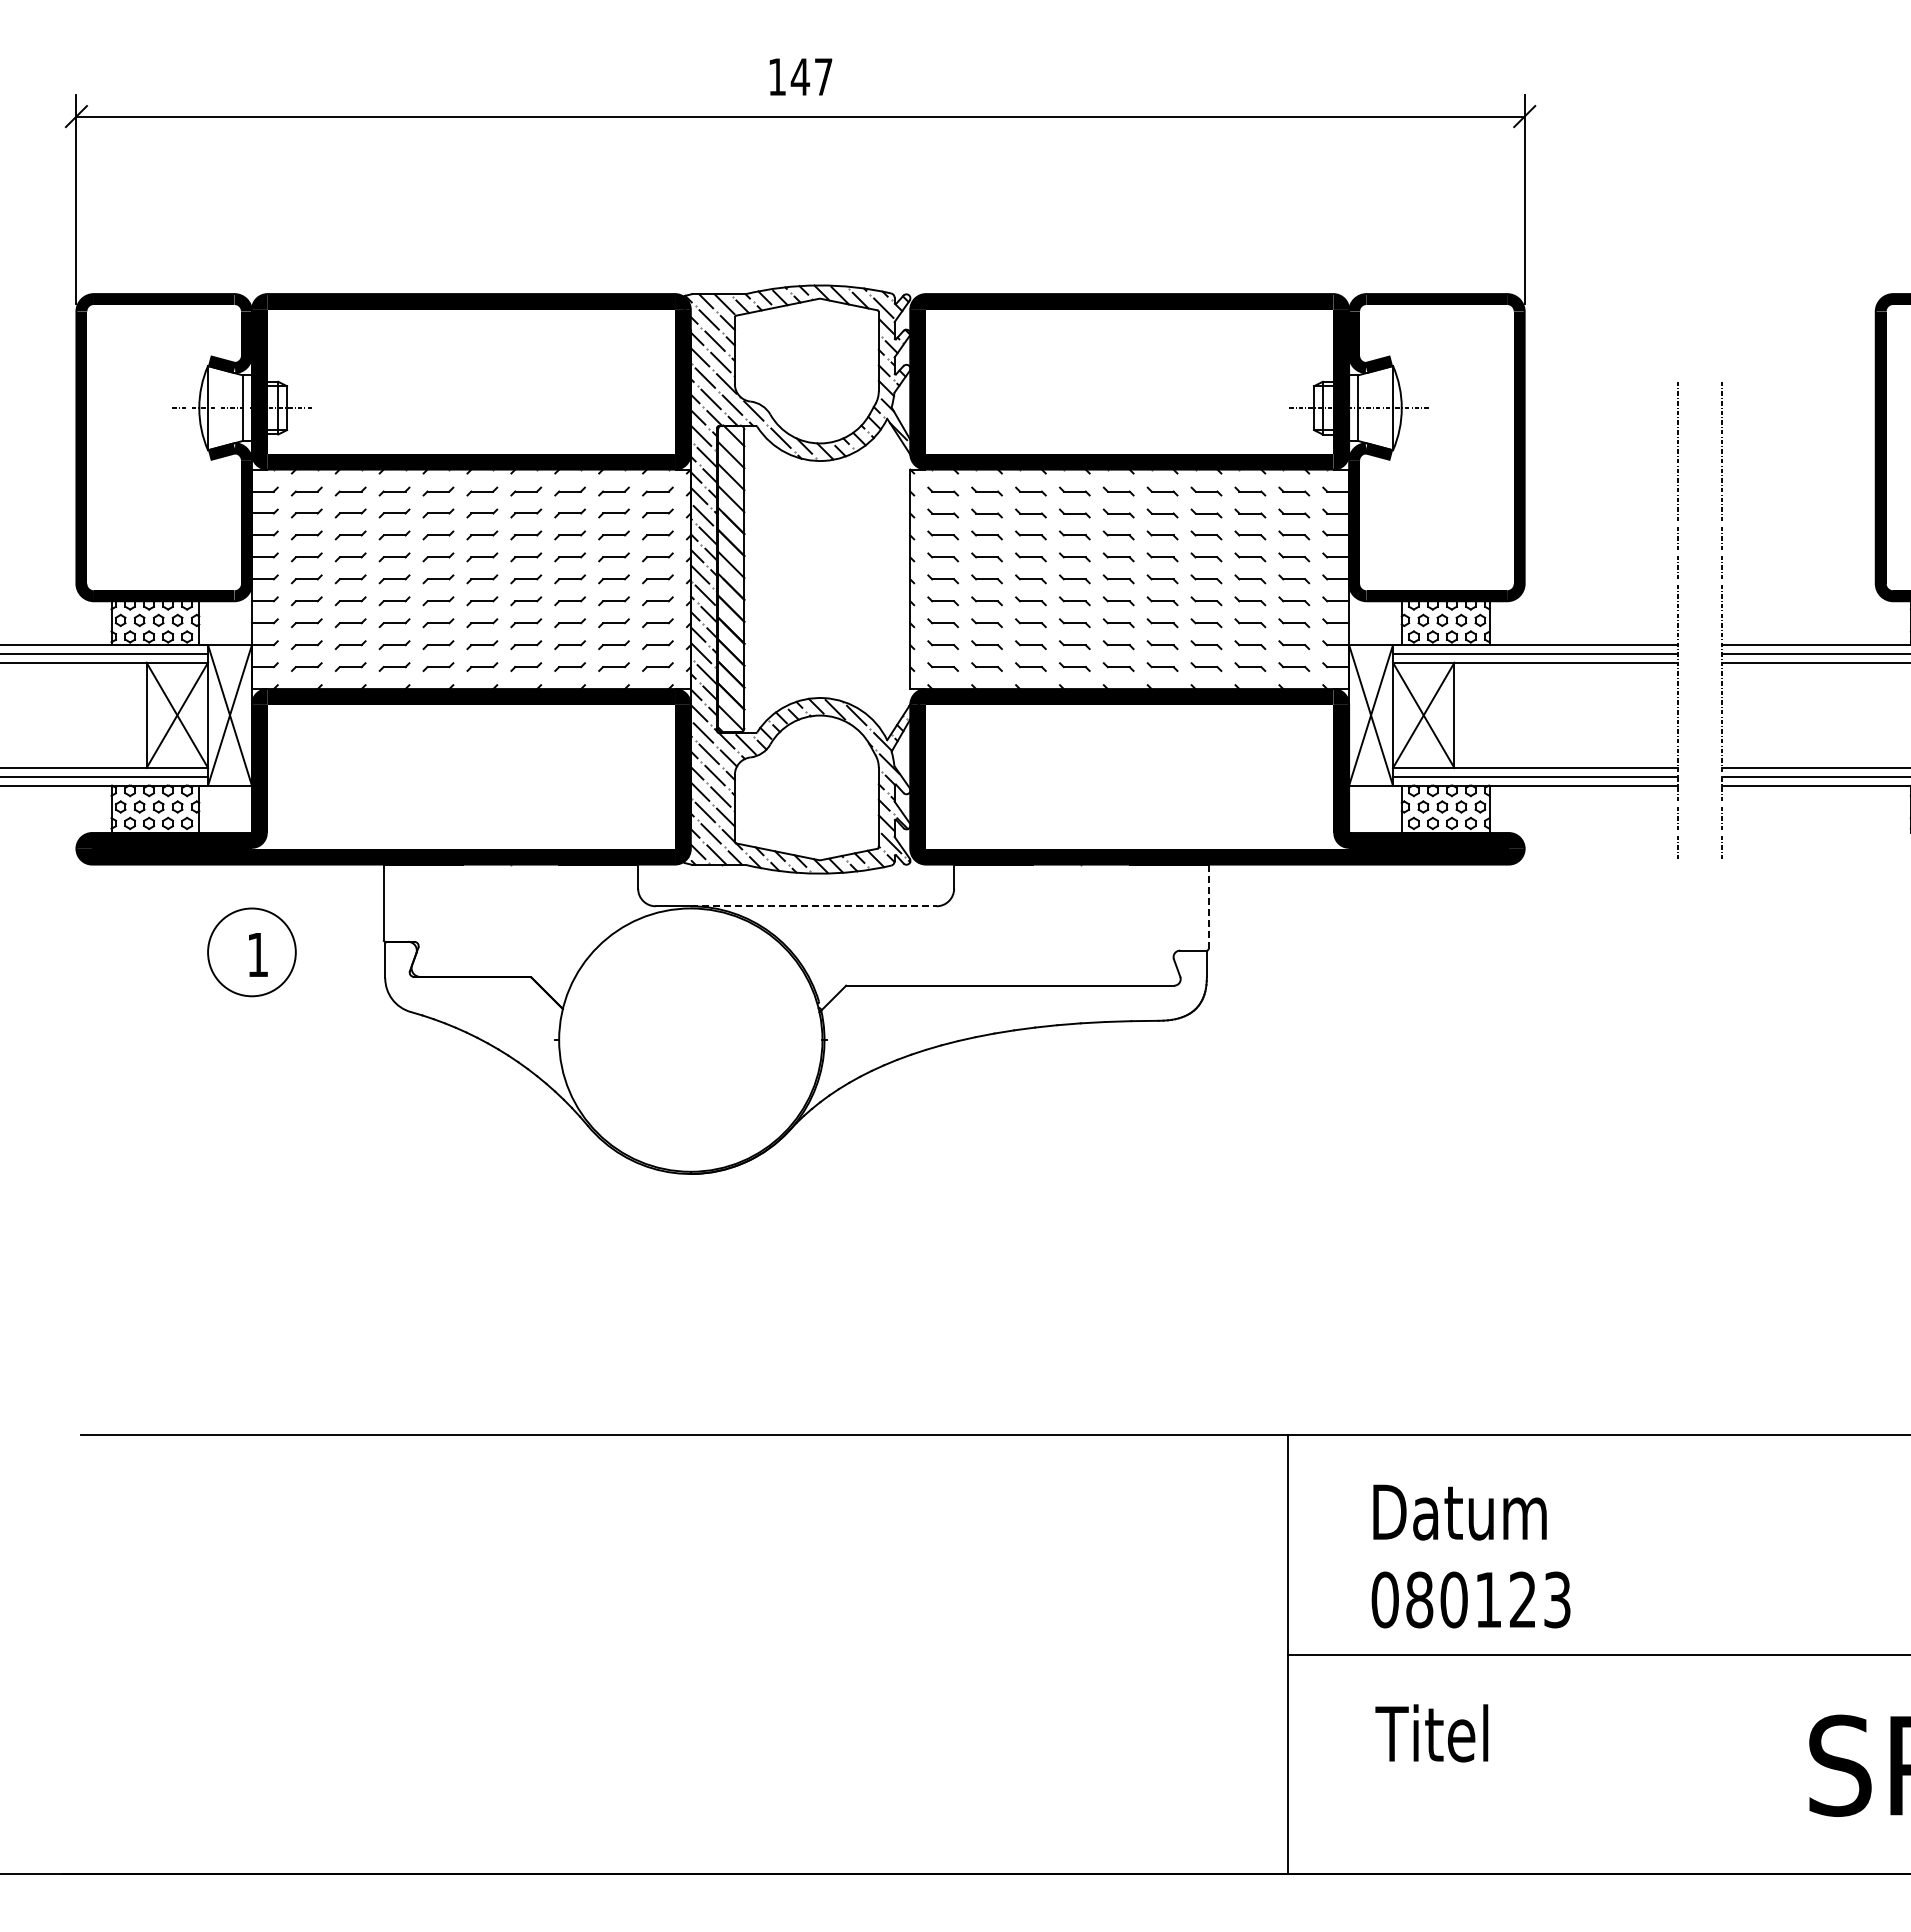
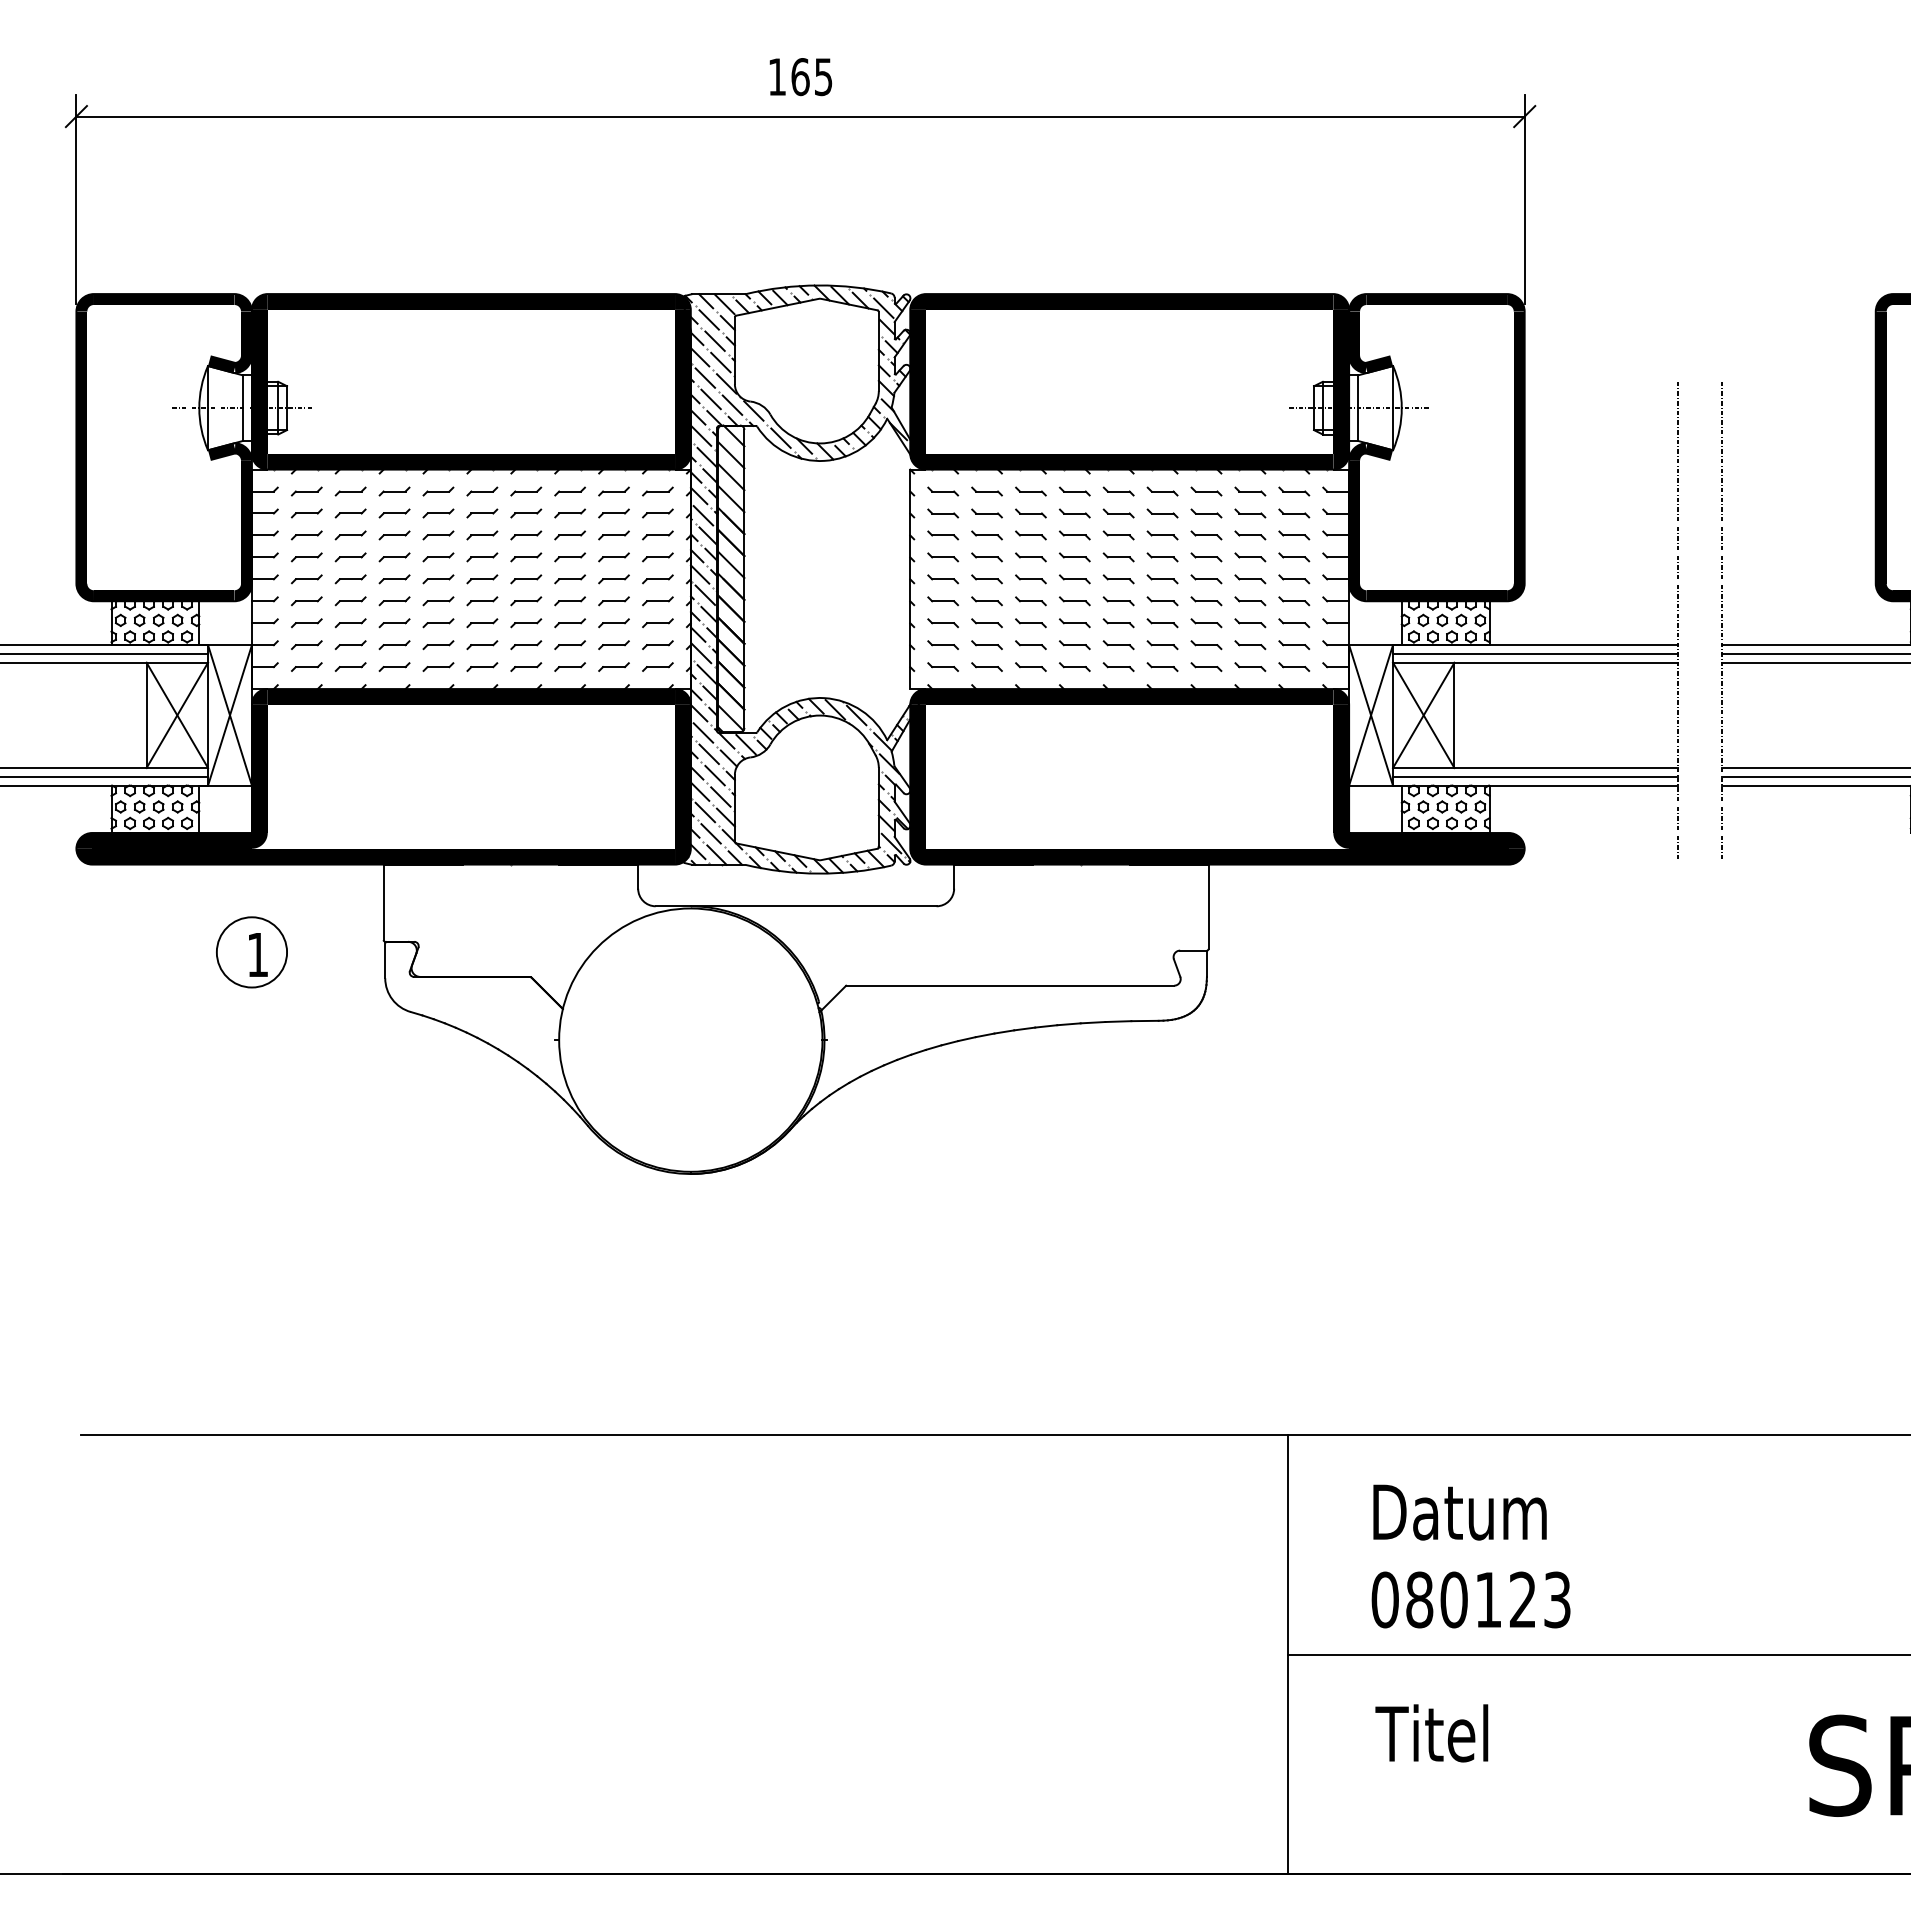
text at (811, 77): 147 -> 165
line at (813, 906): dashed -> solid
line at (1208, 907): dashed -> solid
circle at (251, 952) diameter: 88 px -> 70 px
